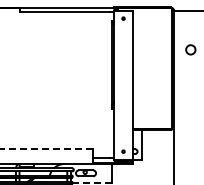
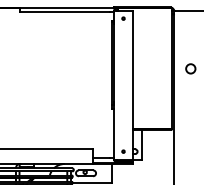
circle at (190, 49) position: (190, 49) -> (190, 68)
line at (46, 149): dashed -> solid
line at (92, 182): dashed -> solid
